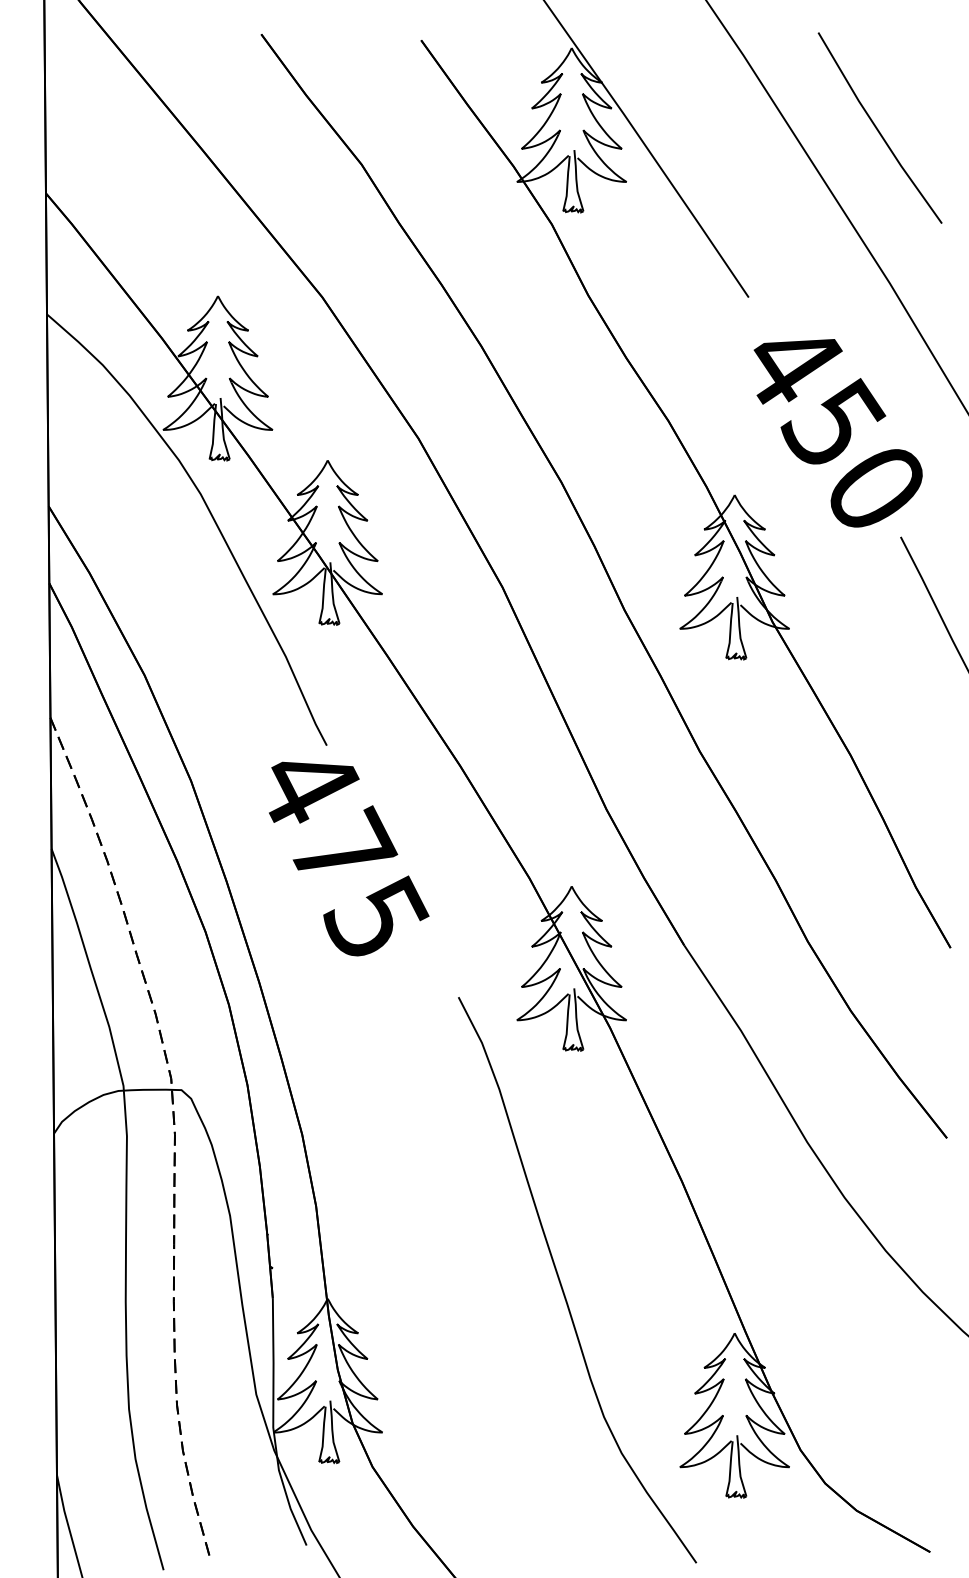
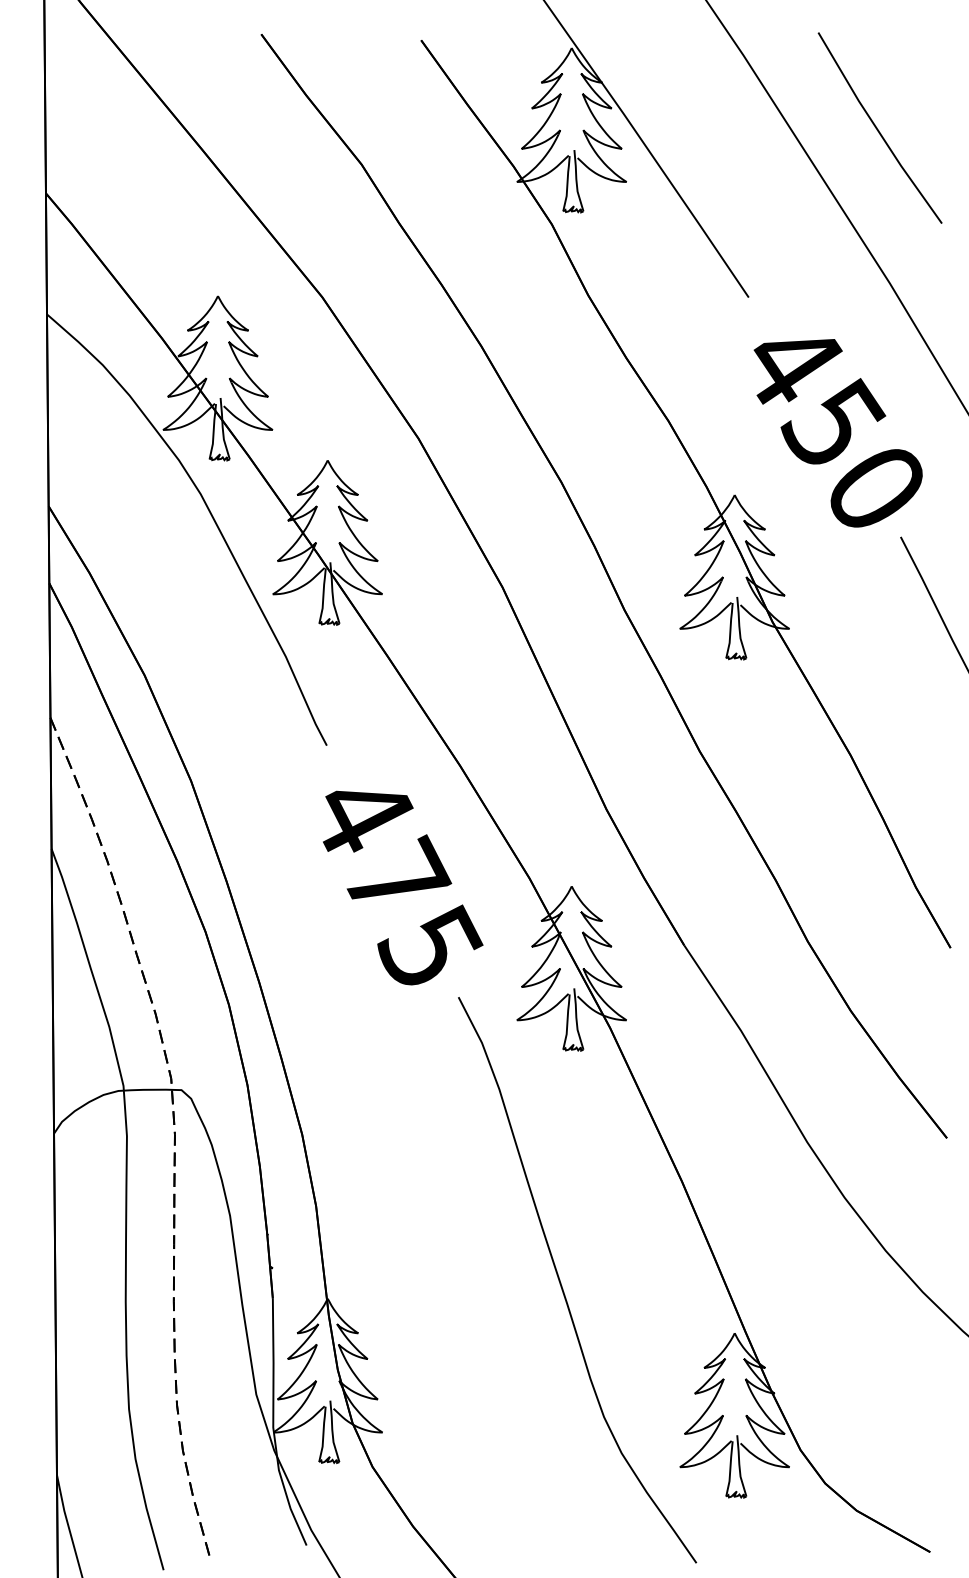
text at (349, 858) position: (349, 858) -> (403, 887)
